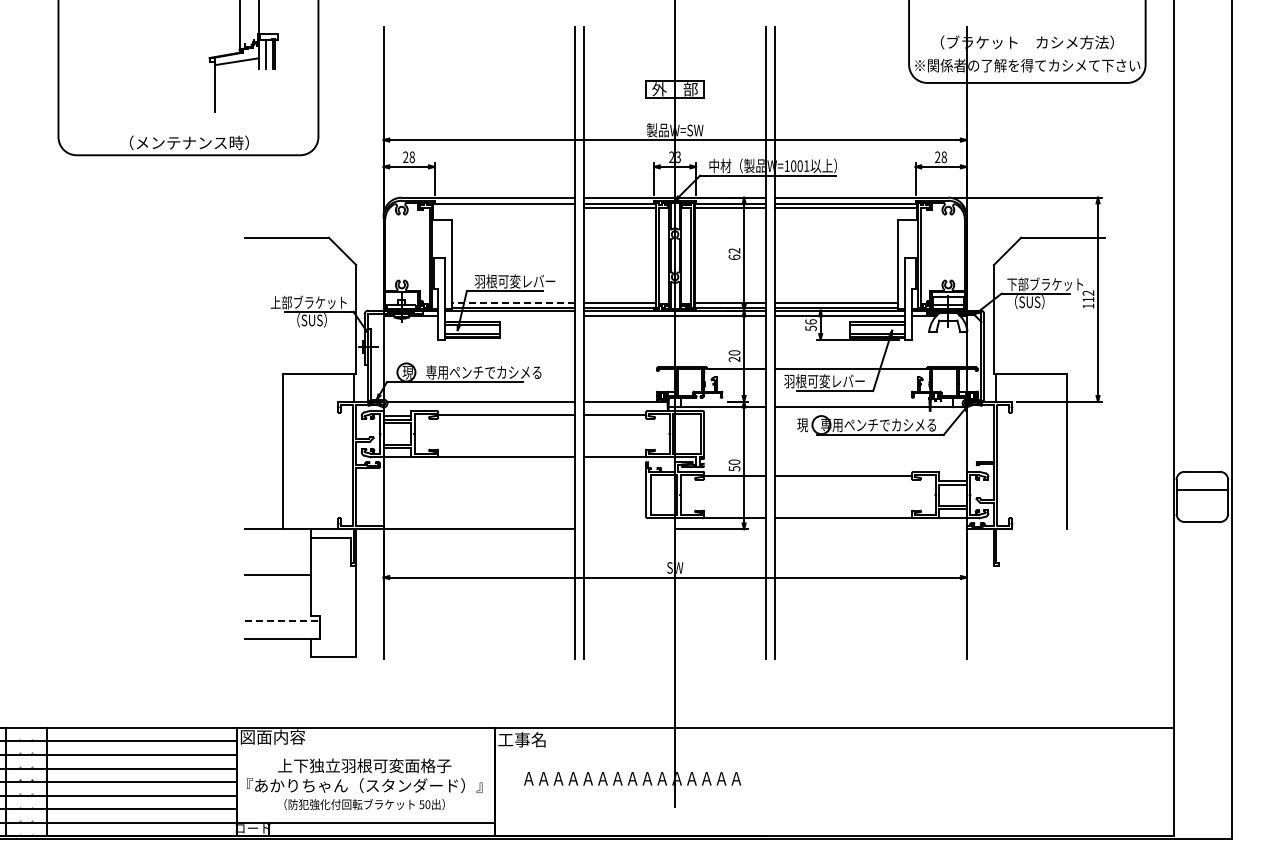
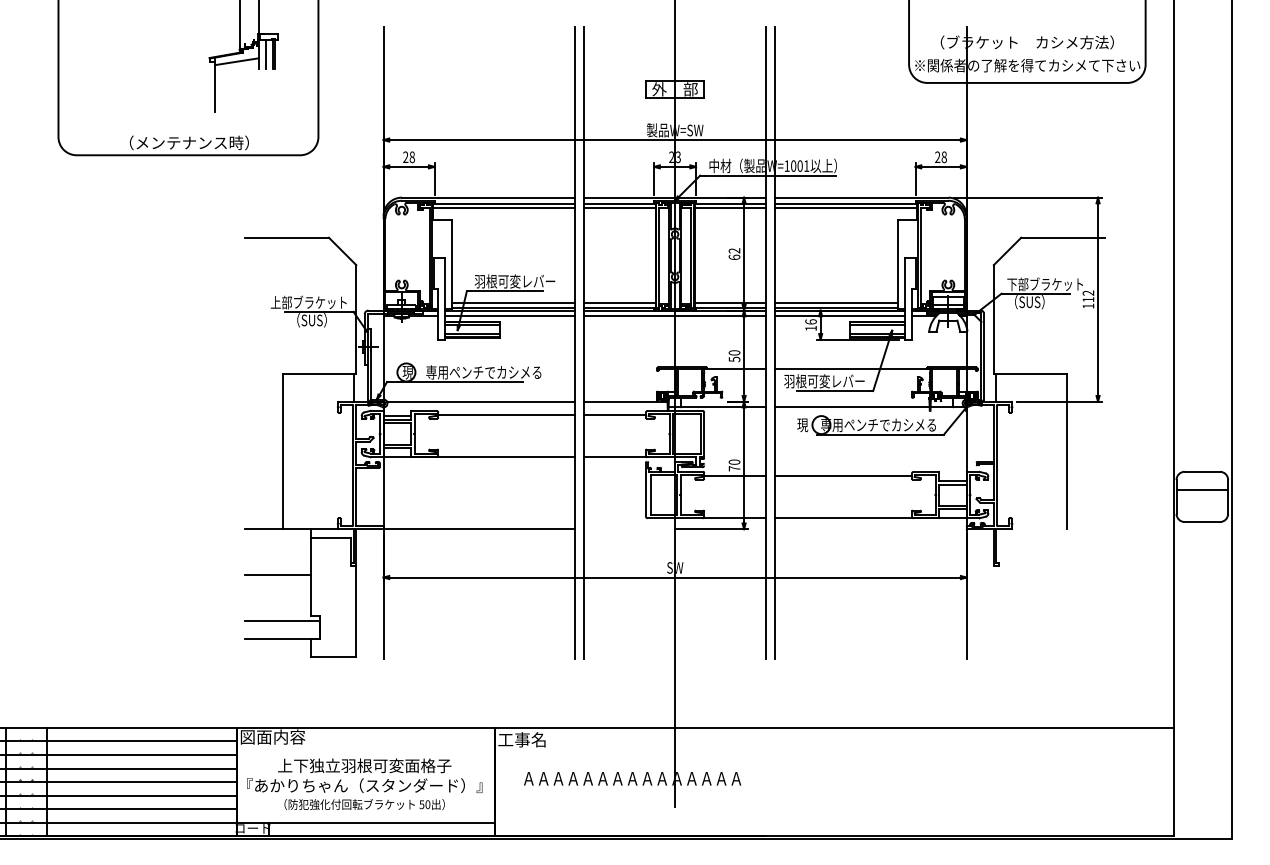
line at (503, 208): none -> present
line at (513, 303): dashed -> solid
line at (509, 316): none -> present
text at (810, 328): 56 -> 16
text at (734, 359): 20 -> 50
text at (734, 468): 50 -> 70
line at (282, 621): dashed -> solid
